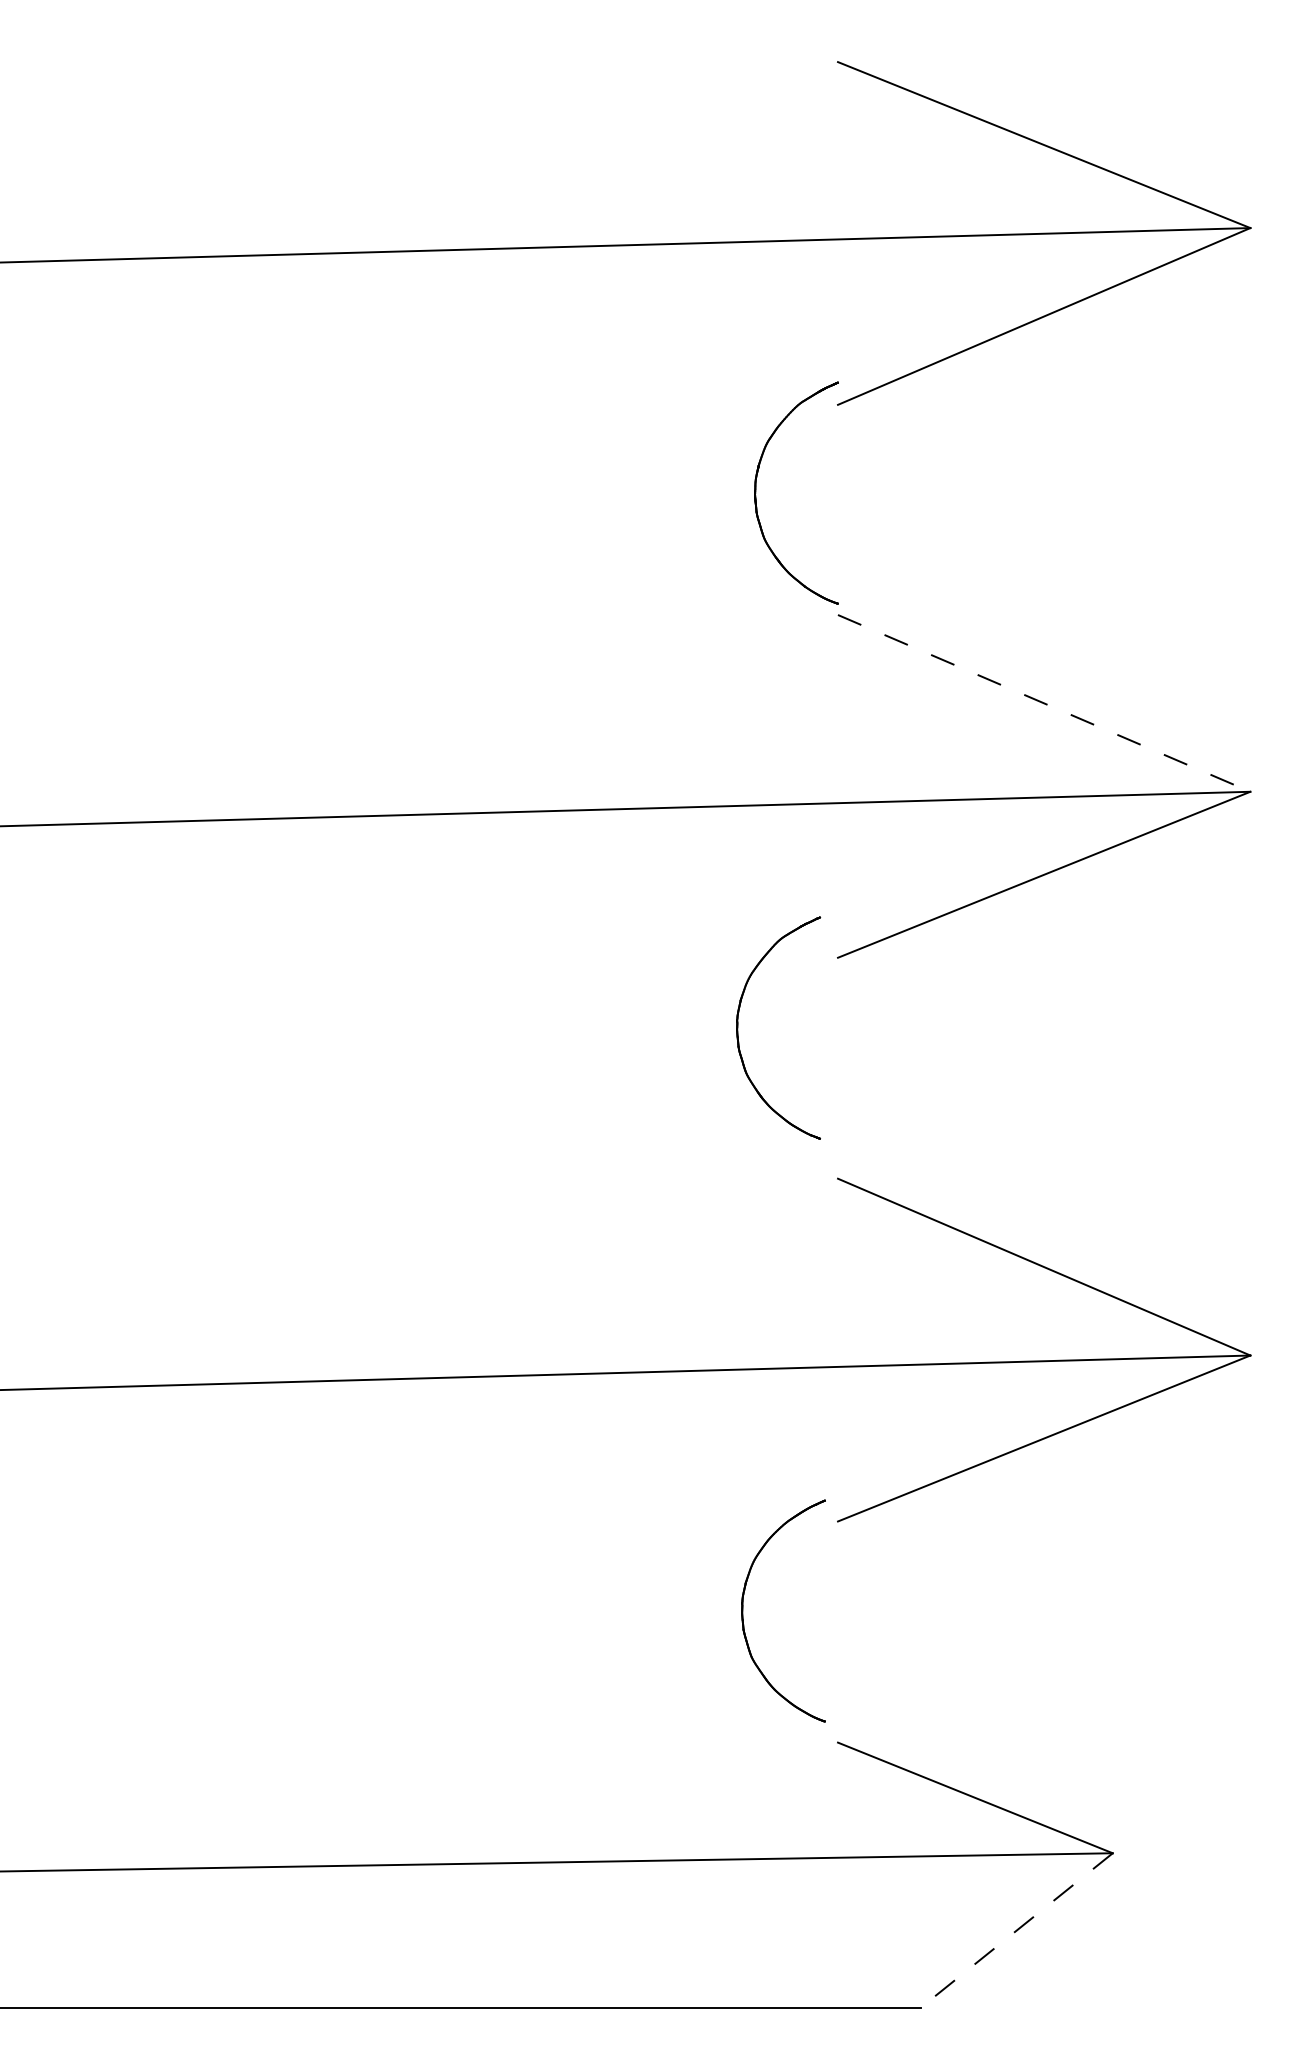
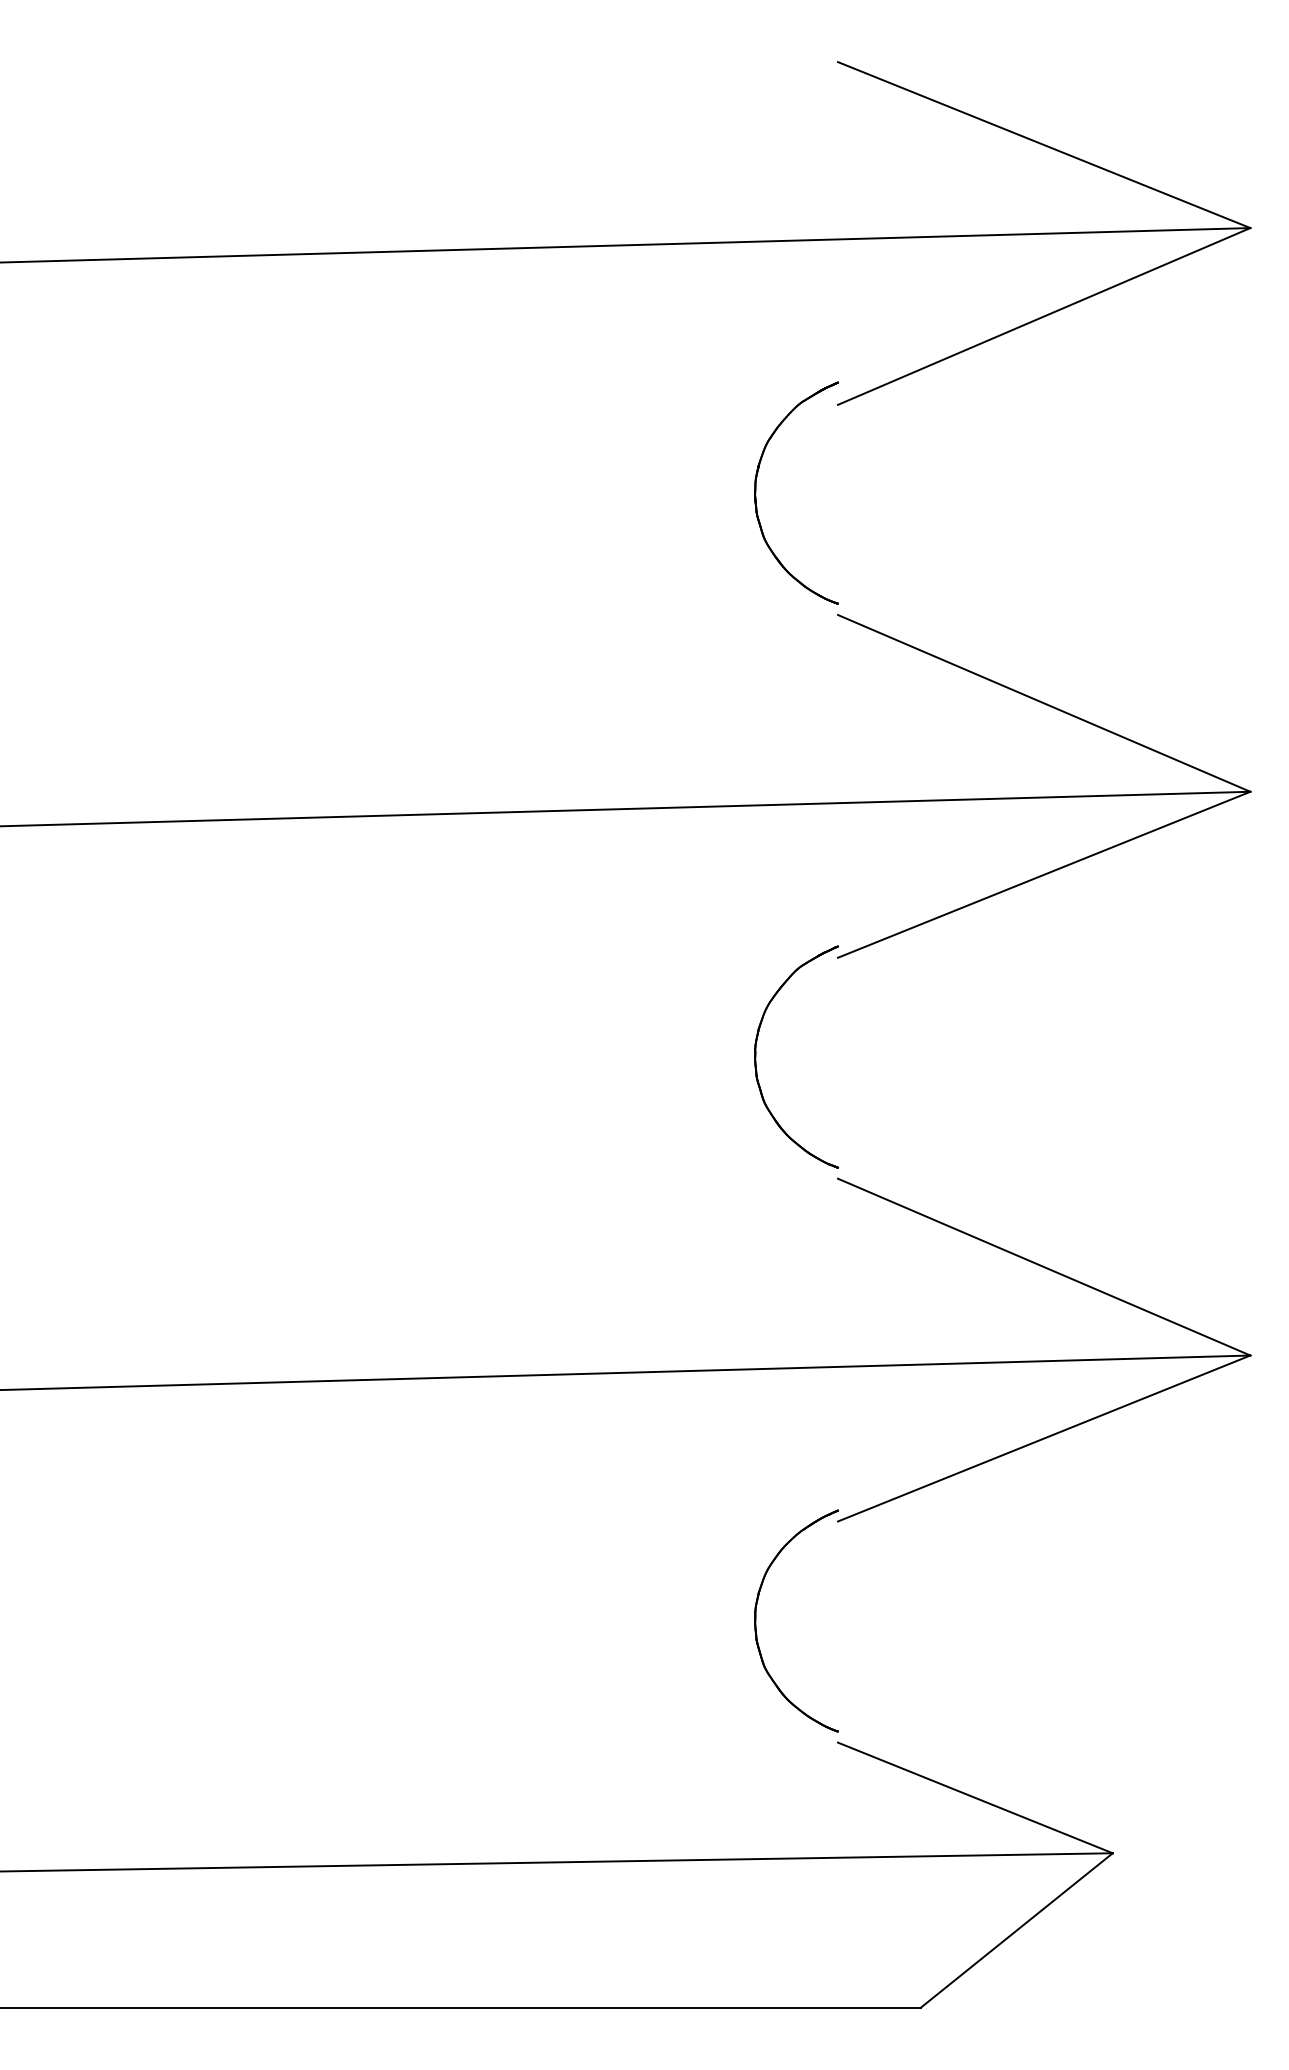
line at (1044, 703): dashed -> solid
part at (738, 1027) position: (738, 1027) -> (756, 1056)
part at (743, 1610) position: (743, 1610) -> (756, 1620)
line at (1016, 1930): dashed -> solid
